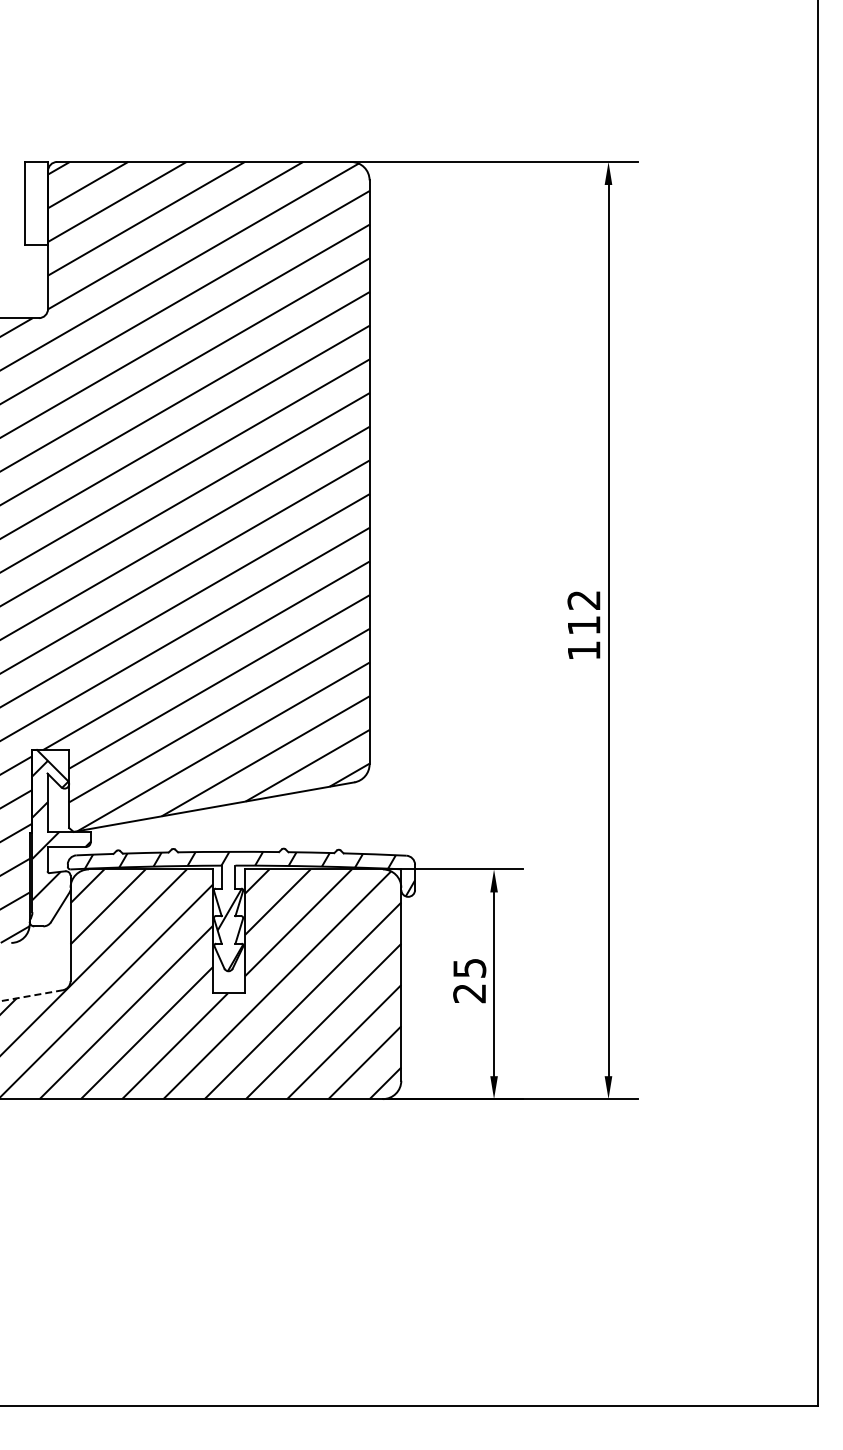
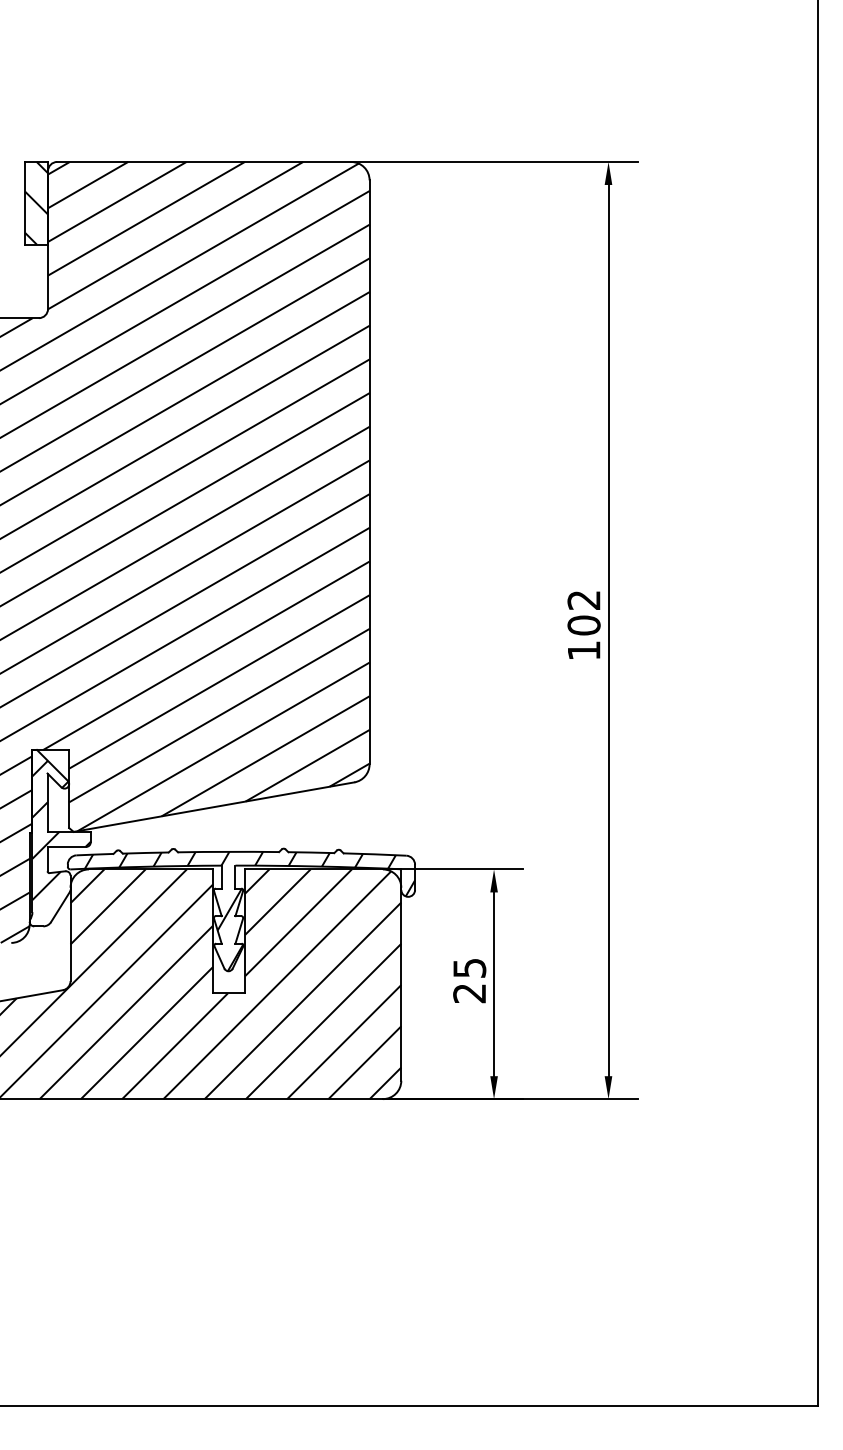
hatch at (36, 202): none -> present
text at (583, 625): 112 -> 102
line at (31, 995): dashed -> solid
